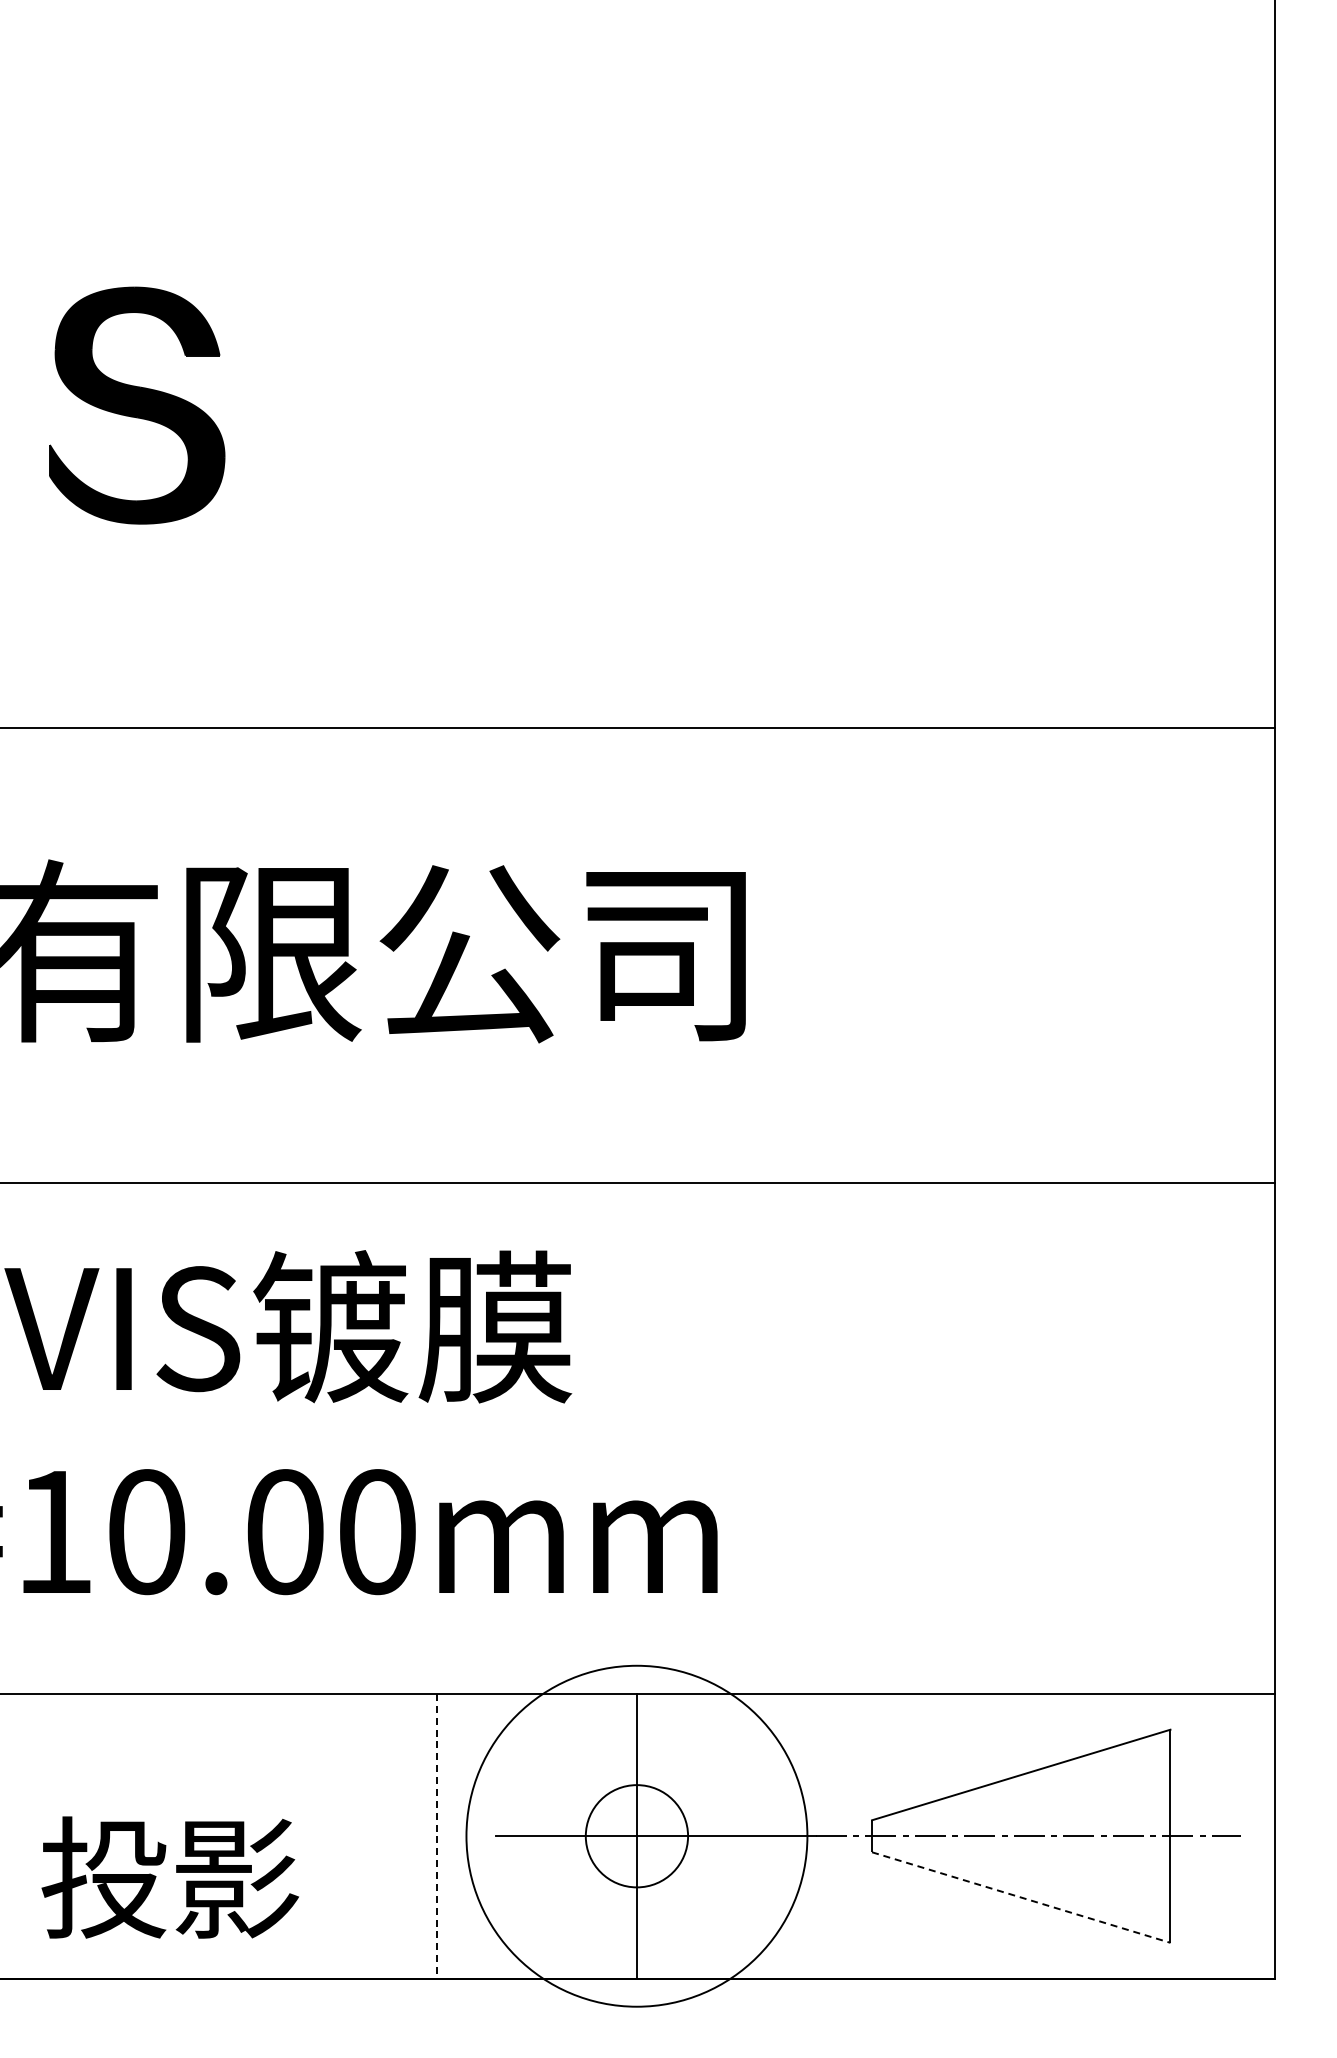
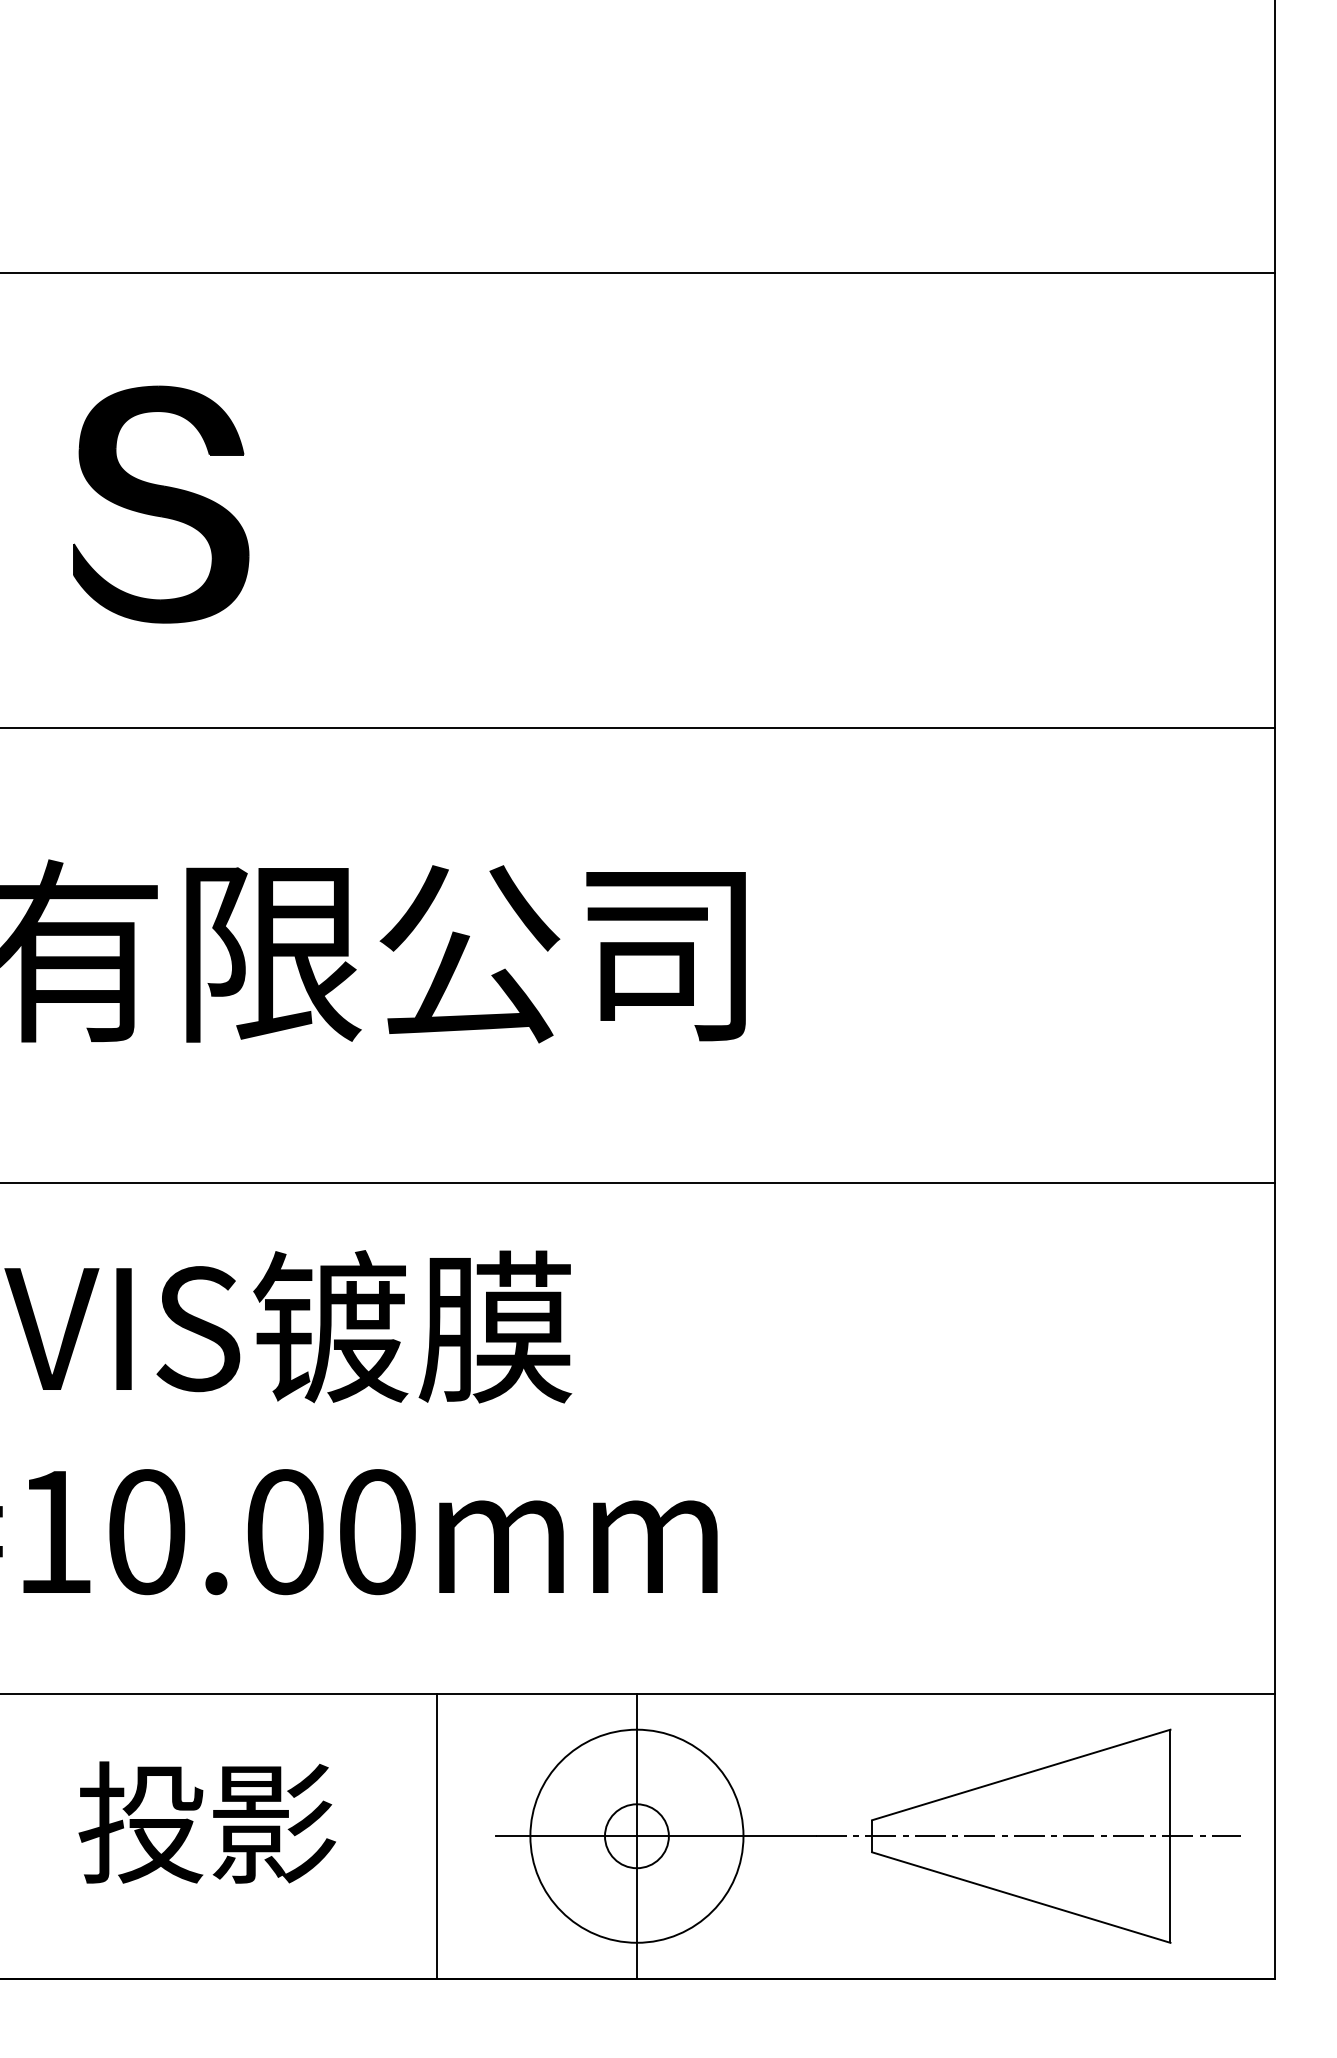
line at (638, 273): none -> present
part at (137, 405) position: (137, 405) -> (161, 504)
circle at (636, 1835) diameter: 341 px -> 213 px
line at (437, 1836): dashed -> solid
circle at (636, 1836) diameter: 102 px -> 64 px
text at (169, 1877) position: (169, 1877) -> (206, 1822)
line at (1021, 1897): dashed -> solid
